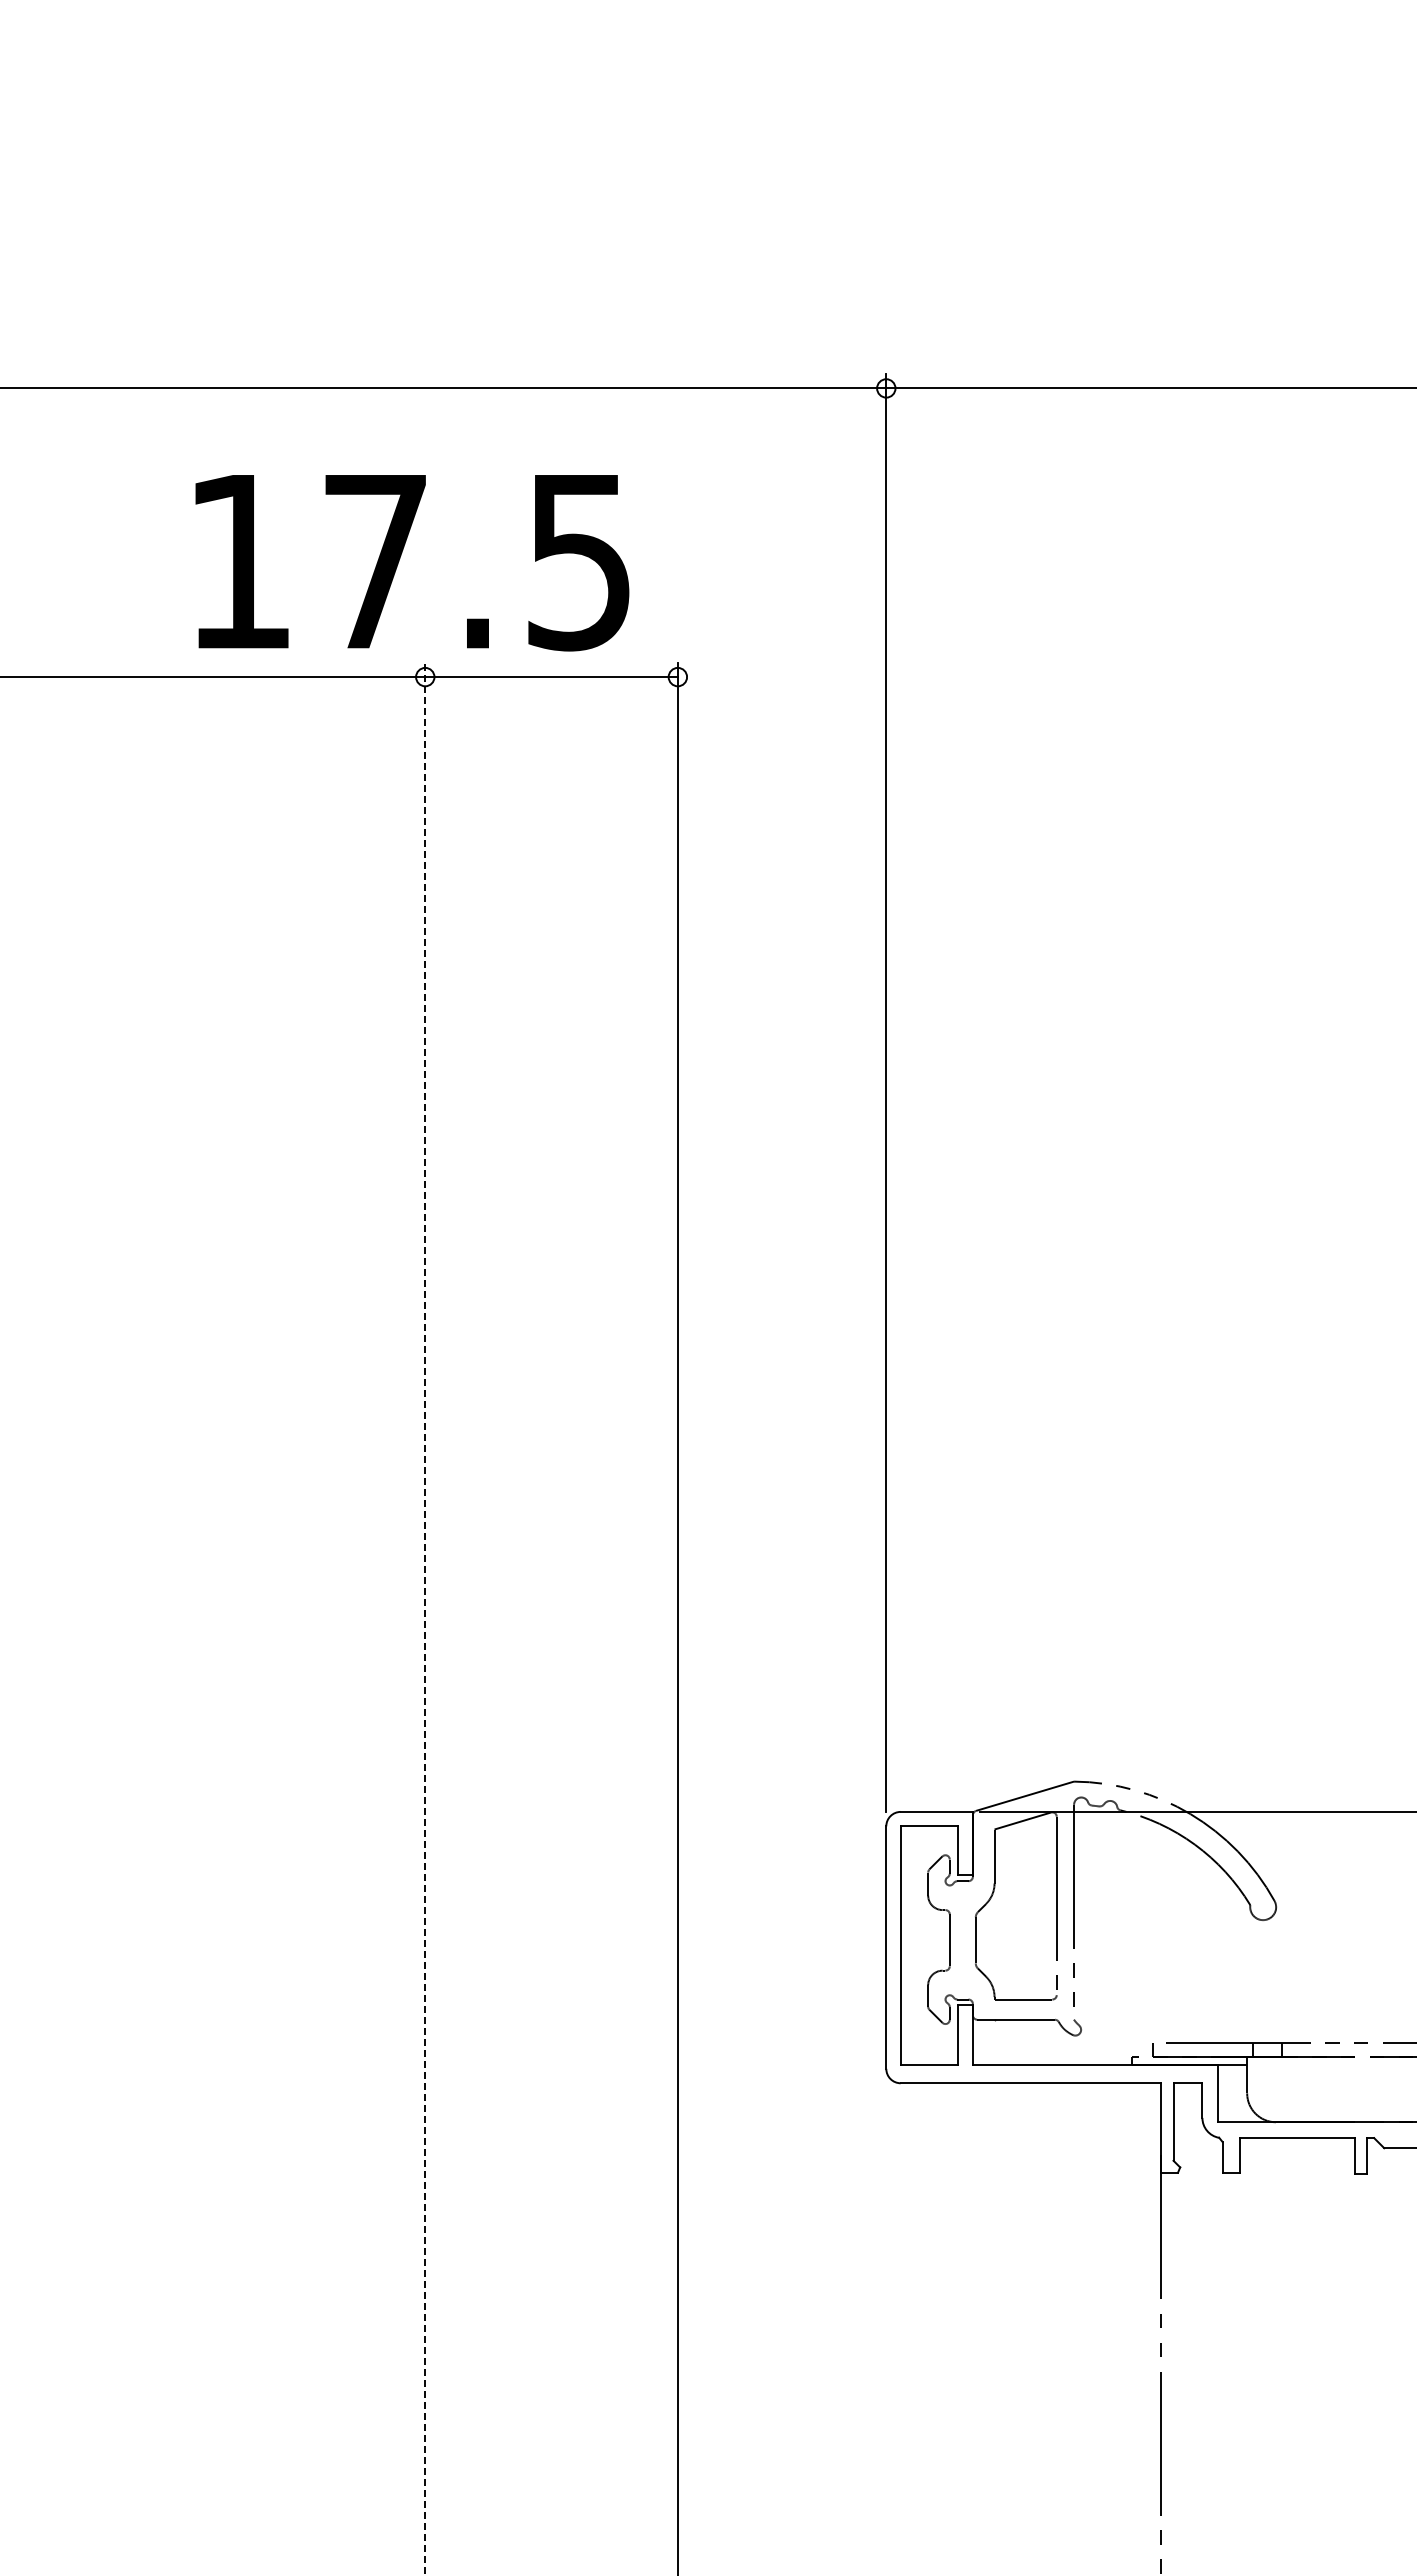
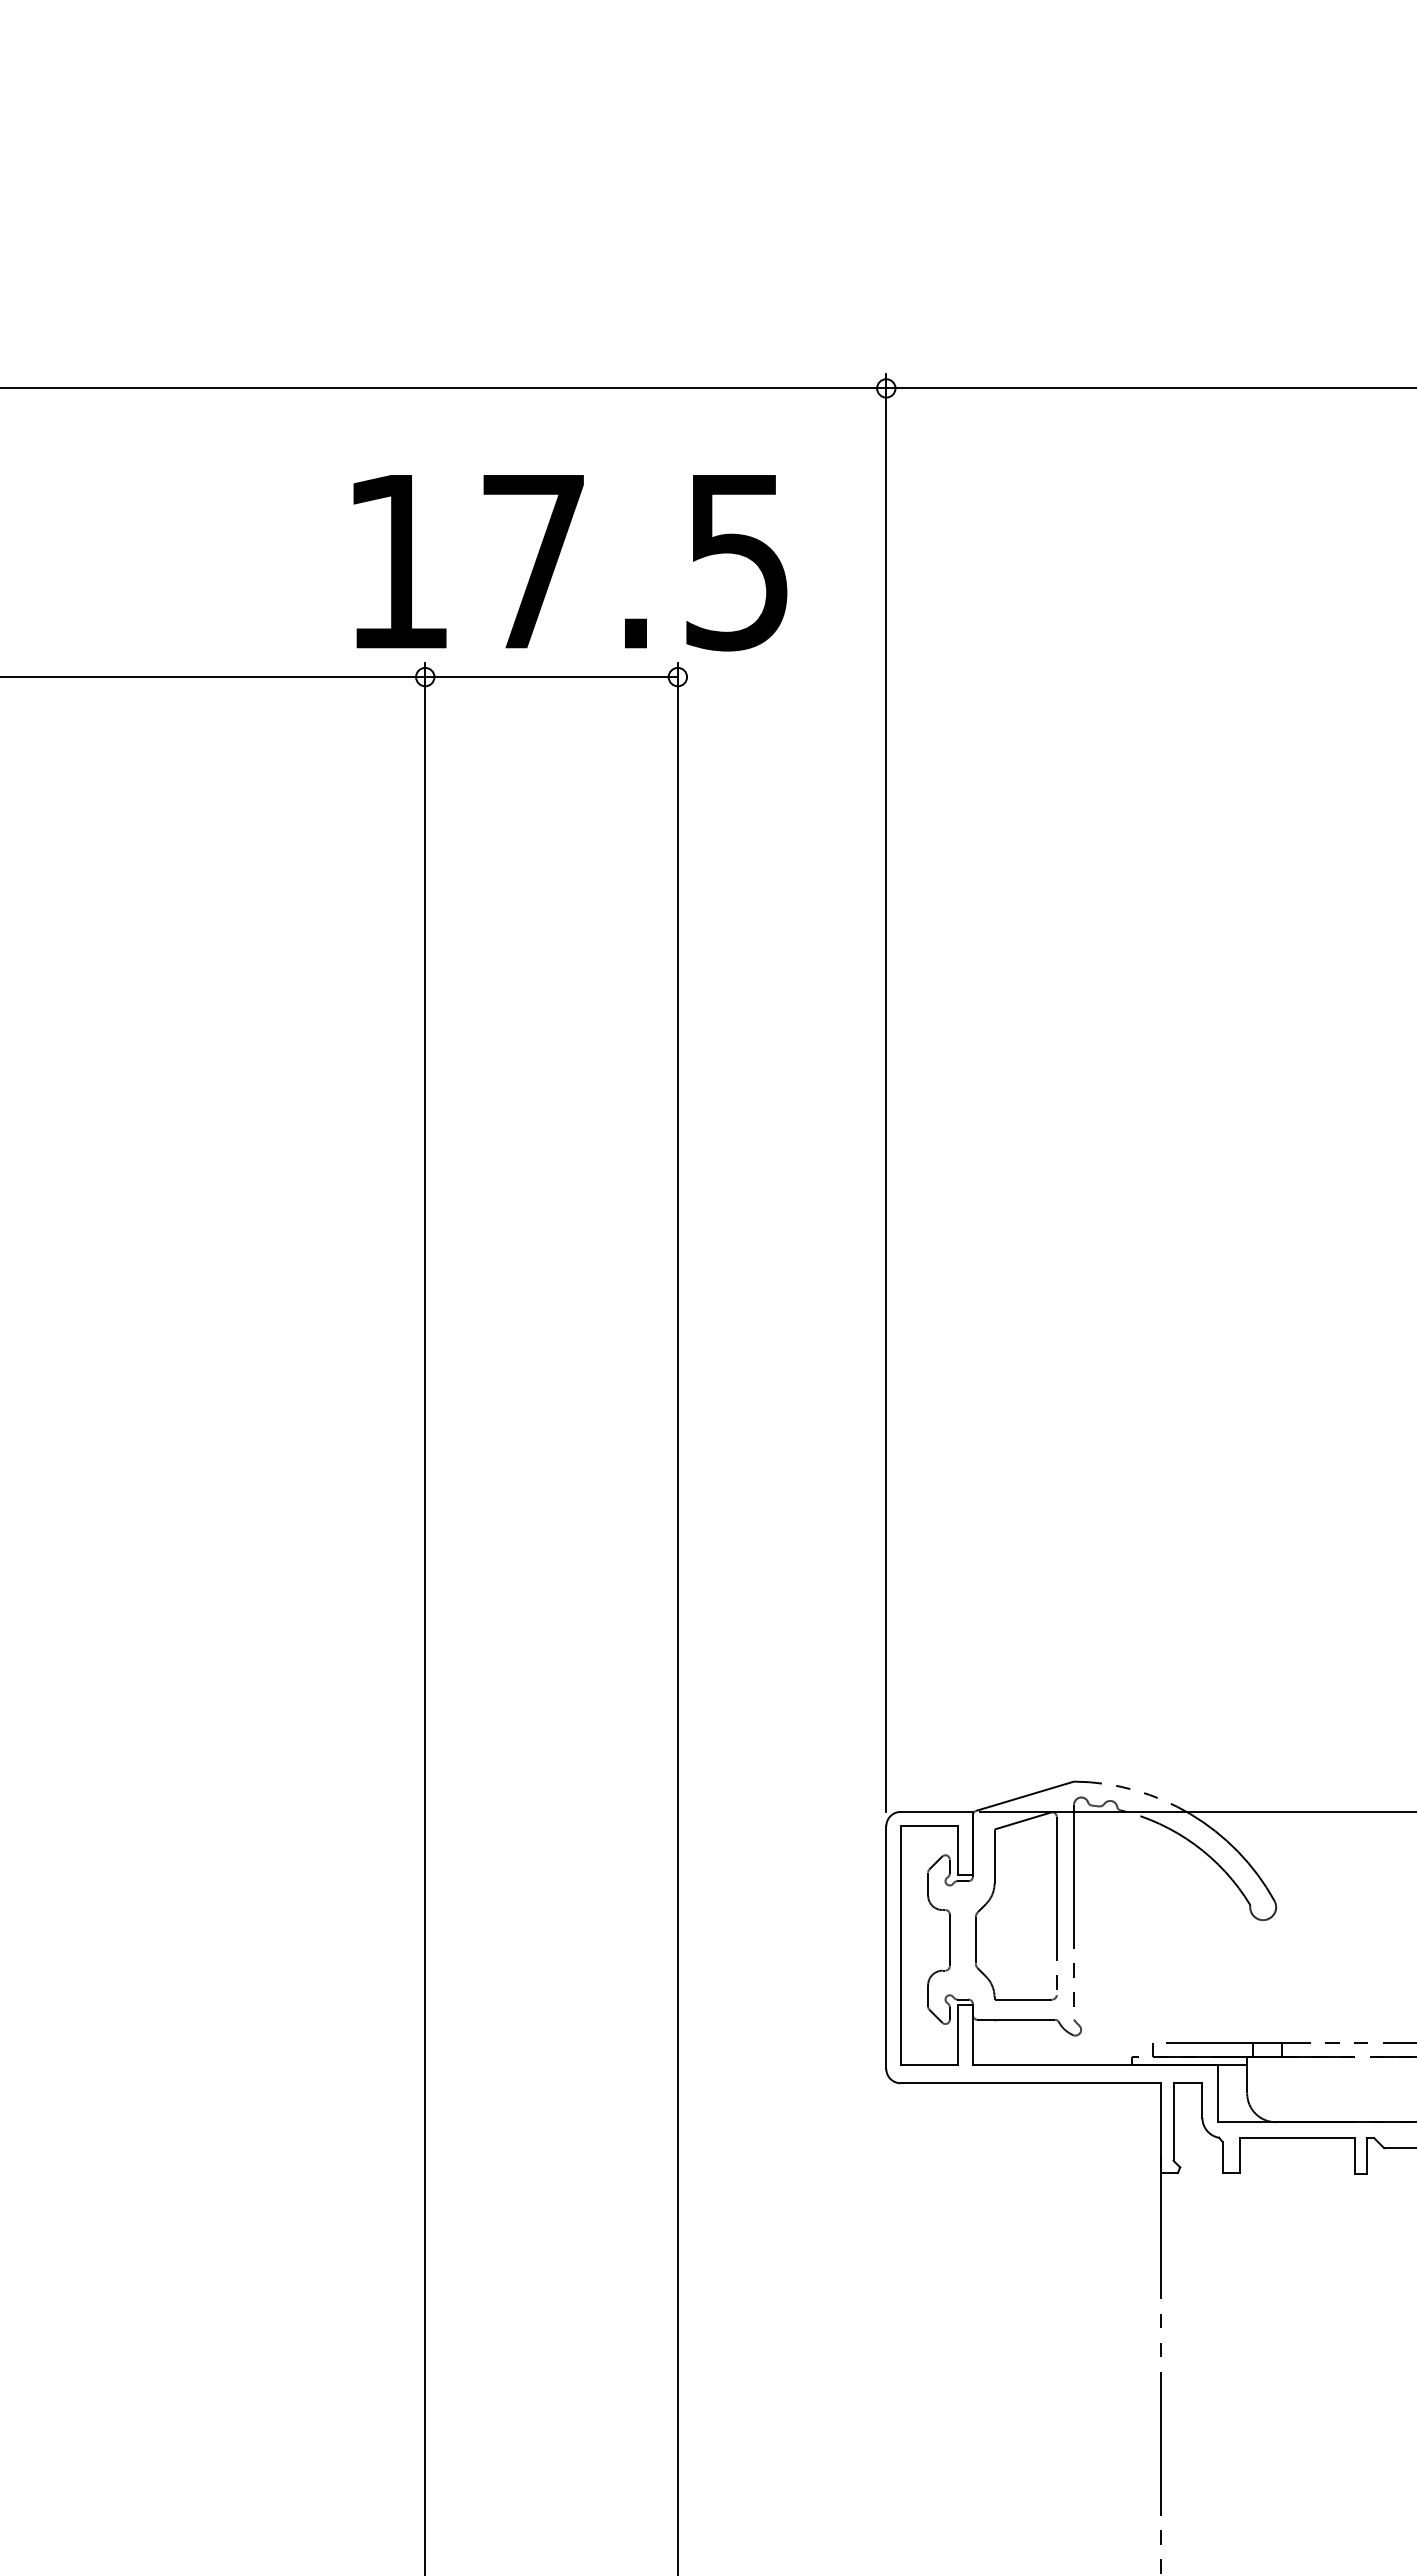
text at (412, 563) position: (412, 563) -> (570, 563)
line at (425, 1618): dashed -> solid
